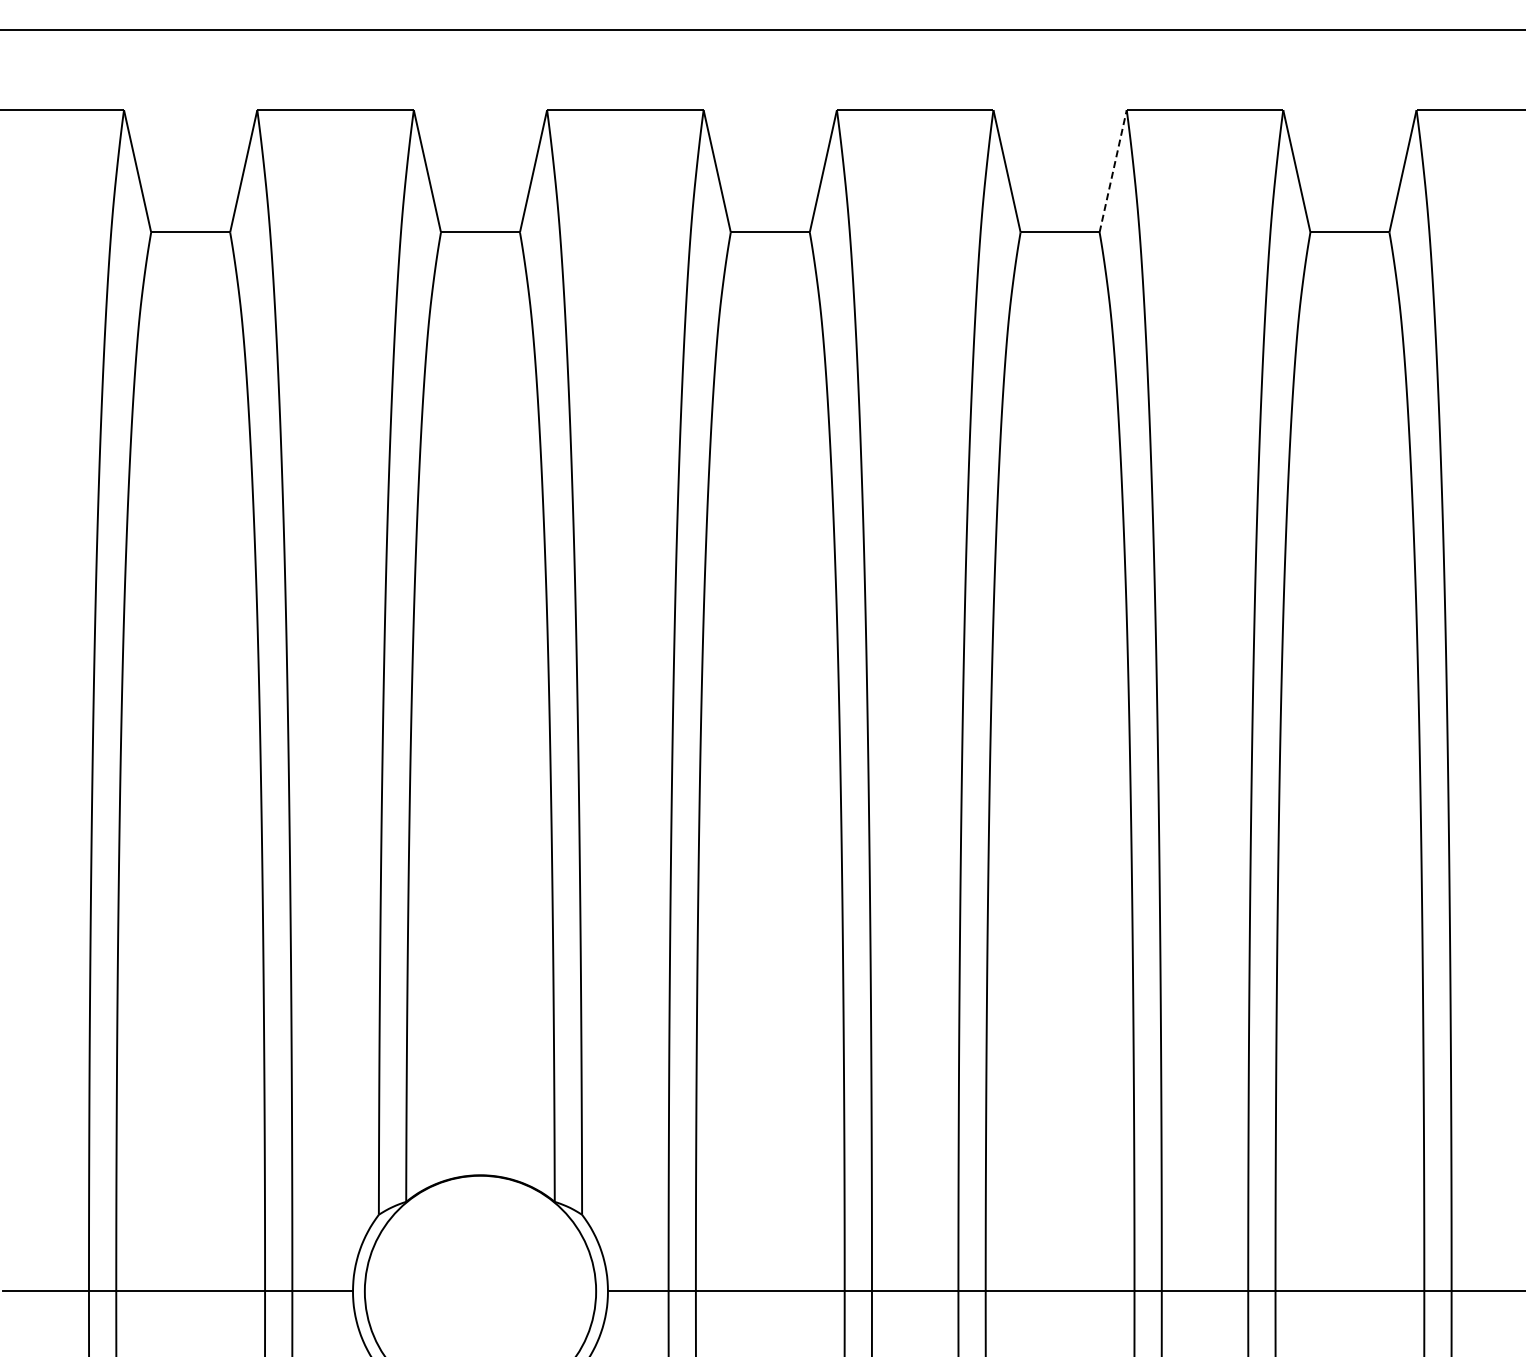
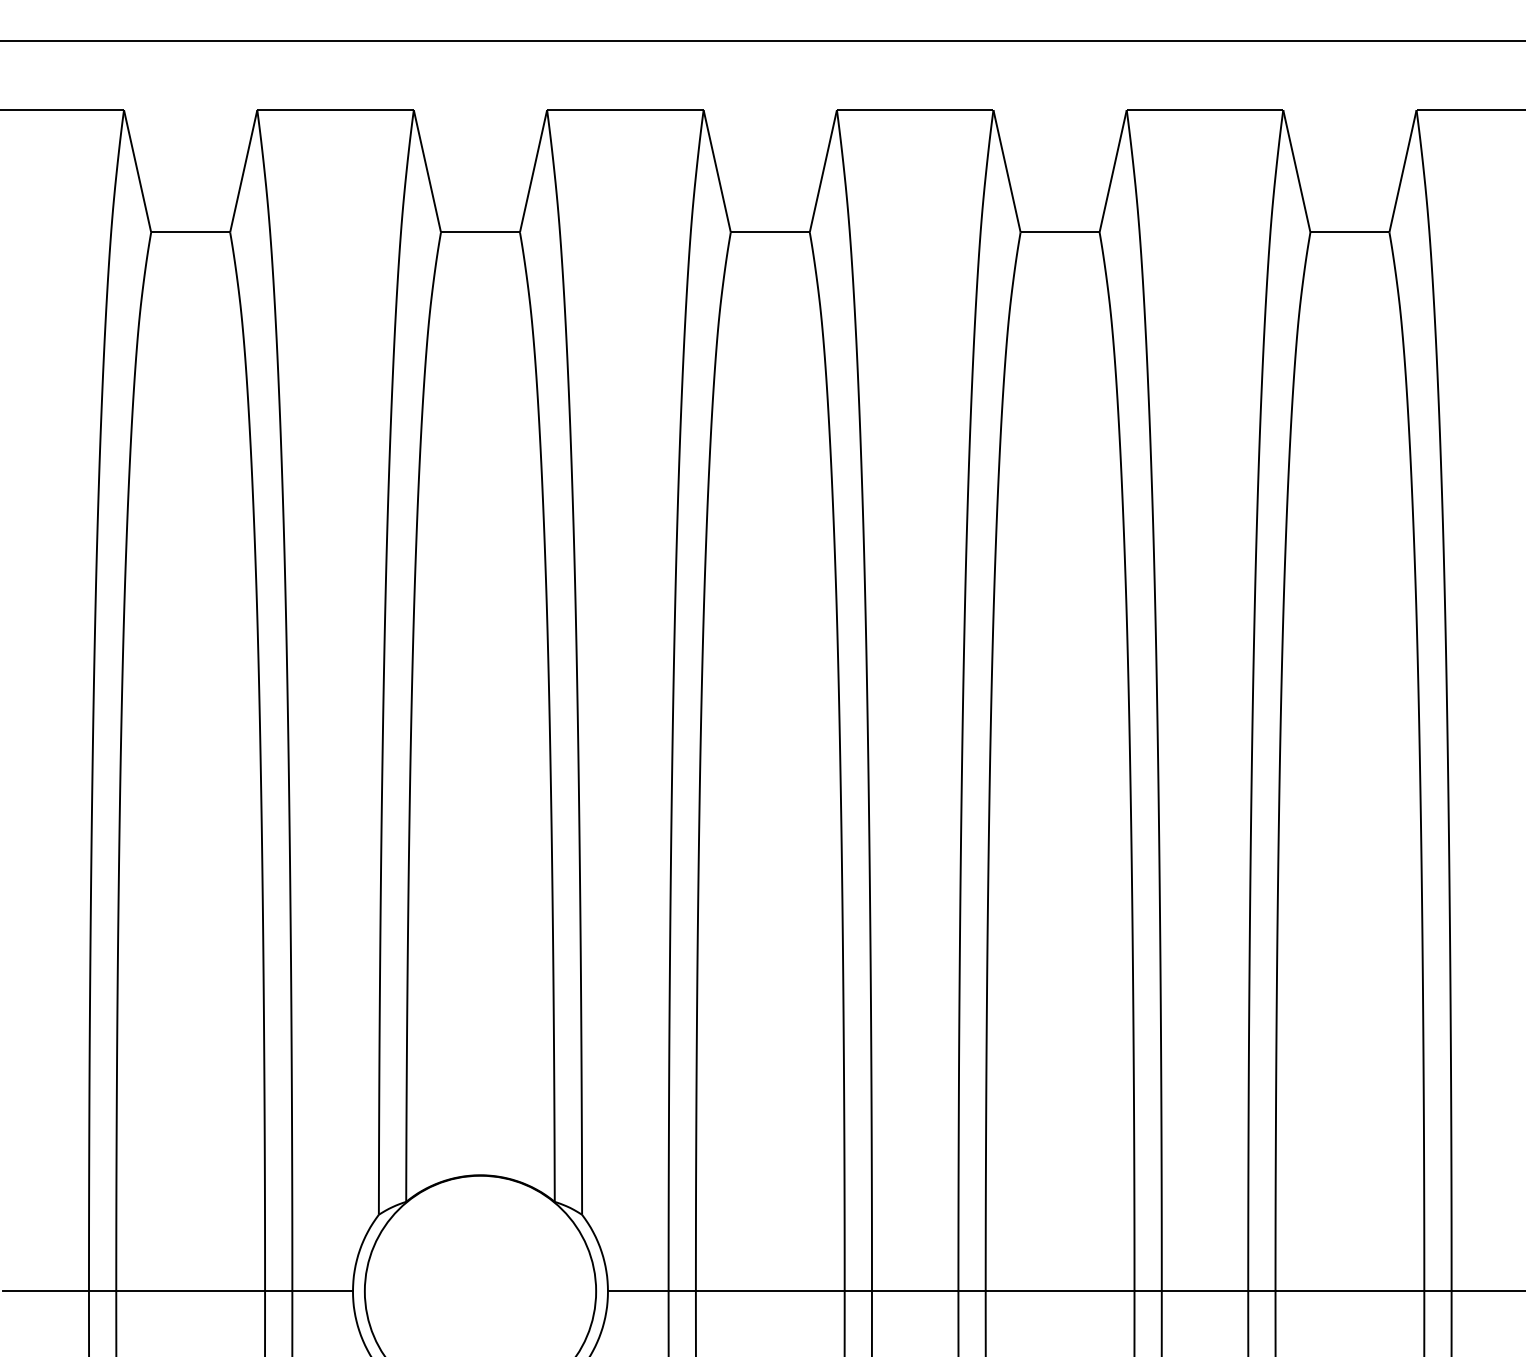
line at (762, 29) position: (762, 29) -> (762, 40)
line at (1113, 170): dashed -> solid
